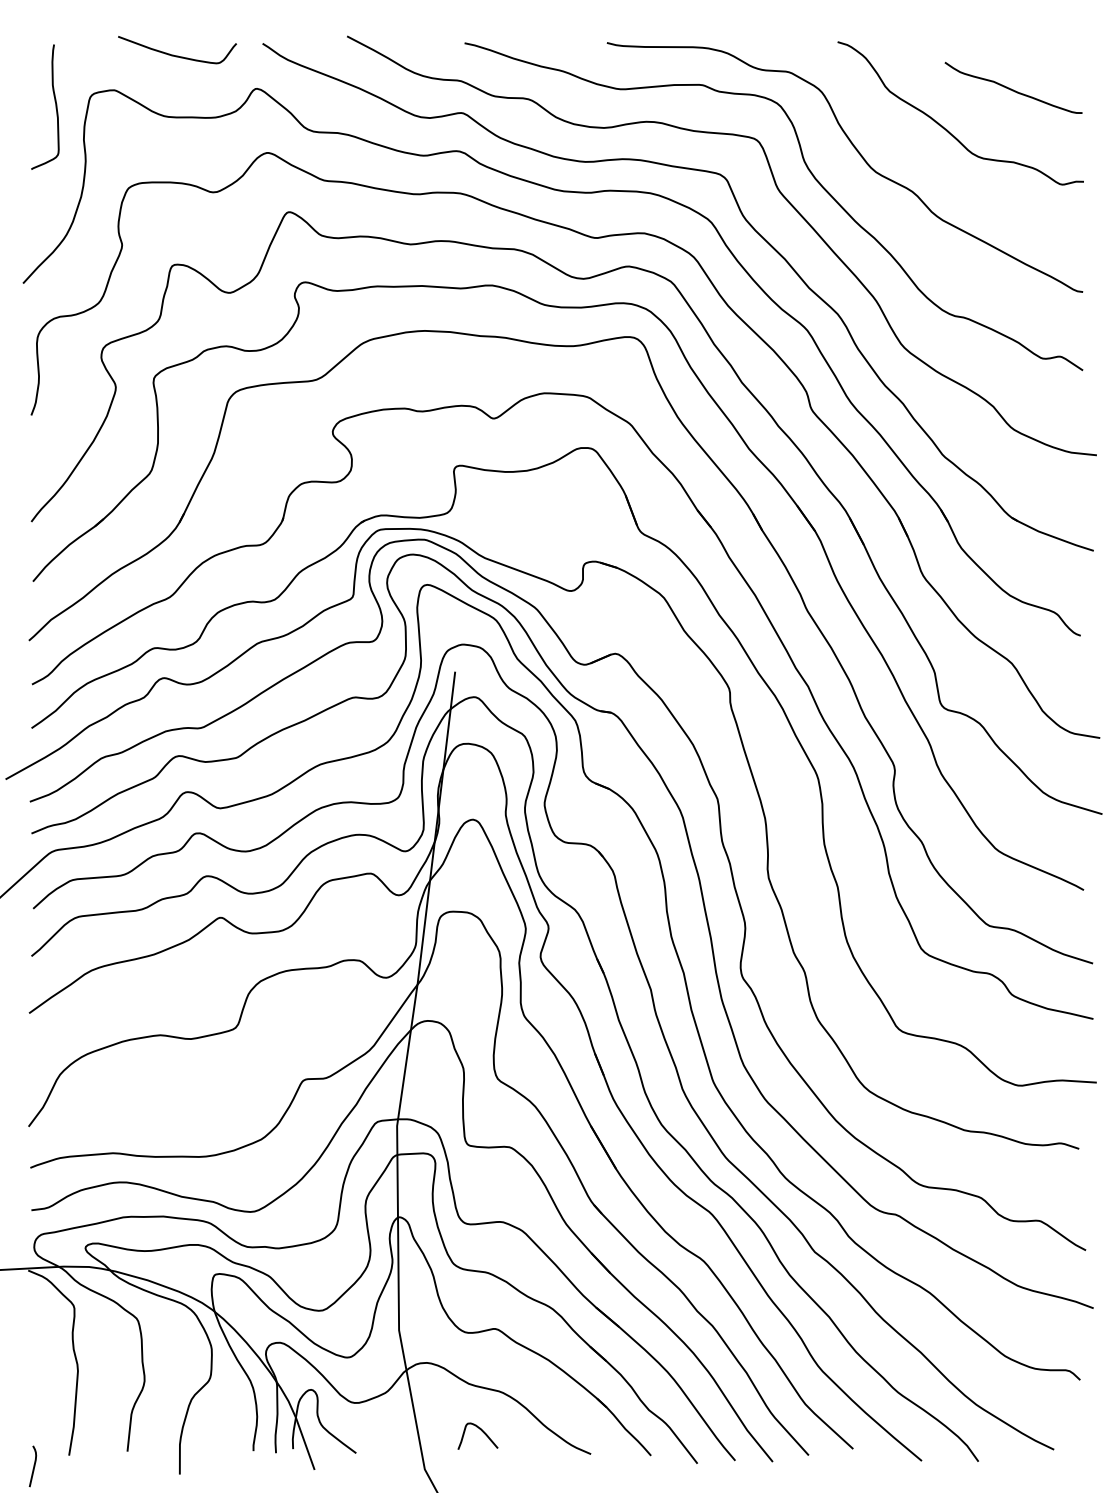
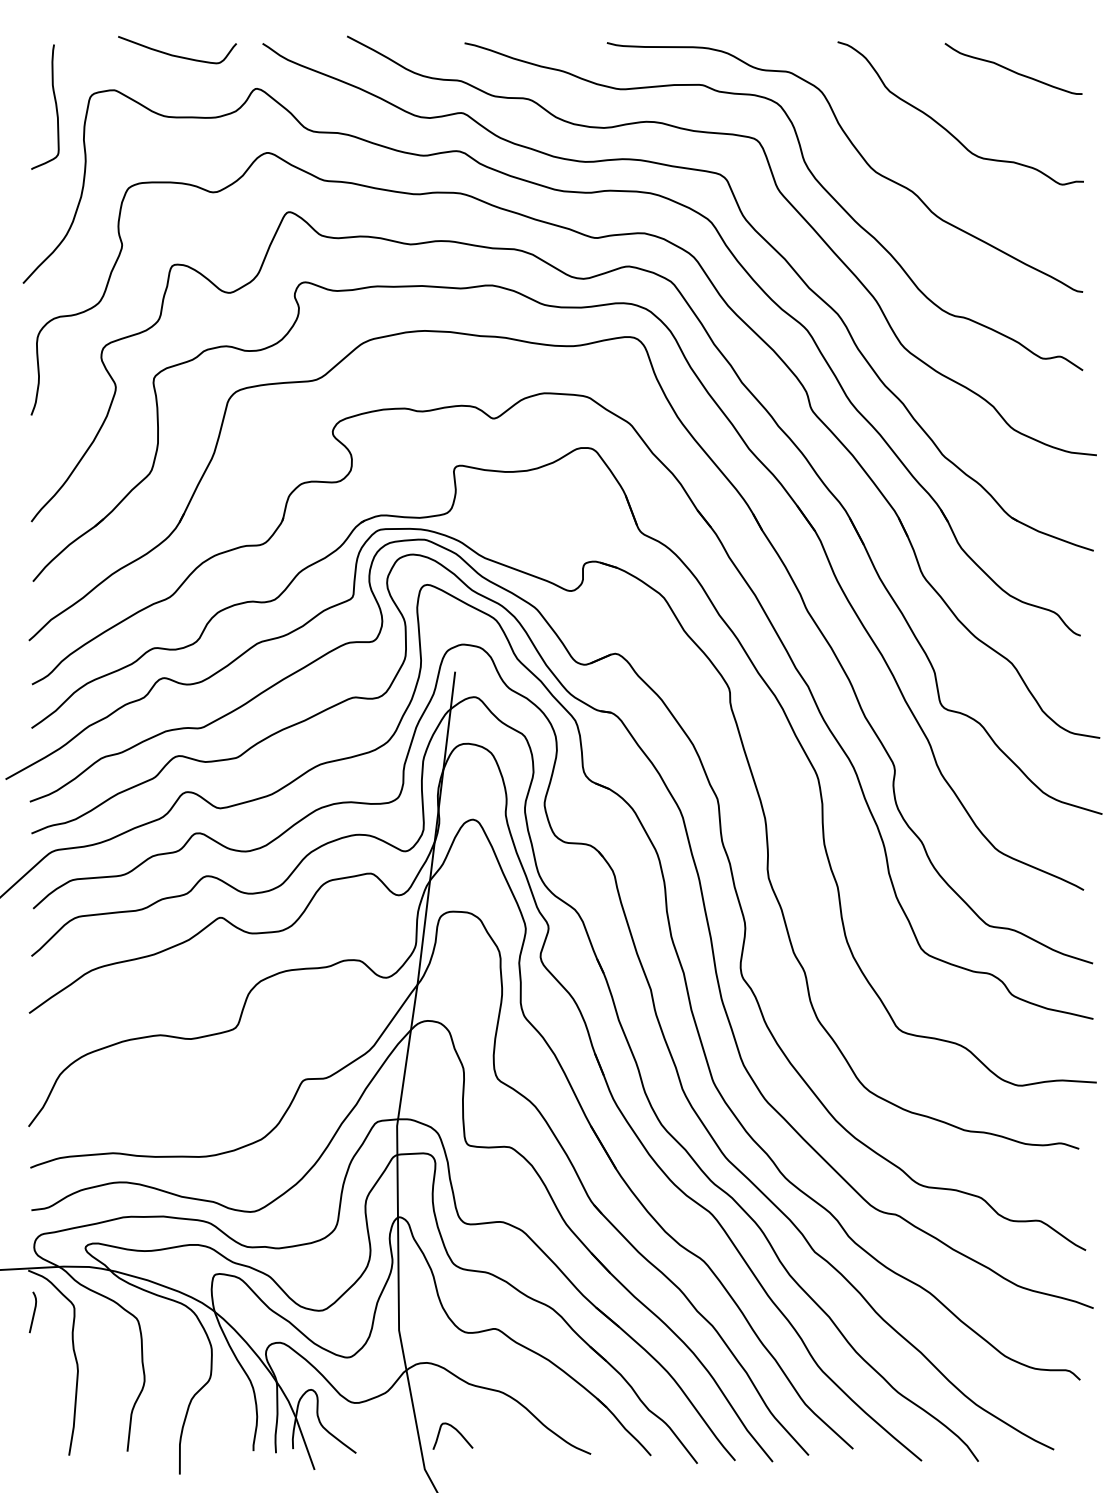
curve at (1013, 89) position: (1013, 89) -> (1013, 70)
curve at (481, 1431) position: (481, 1431) -> (456, 1431)
curve at (33, 1466) position: (33, 1466) -> (33, 1312)
